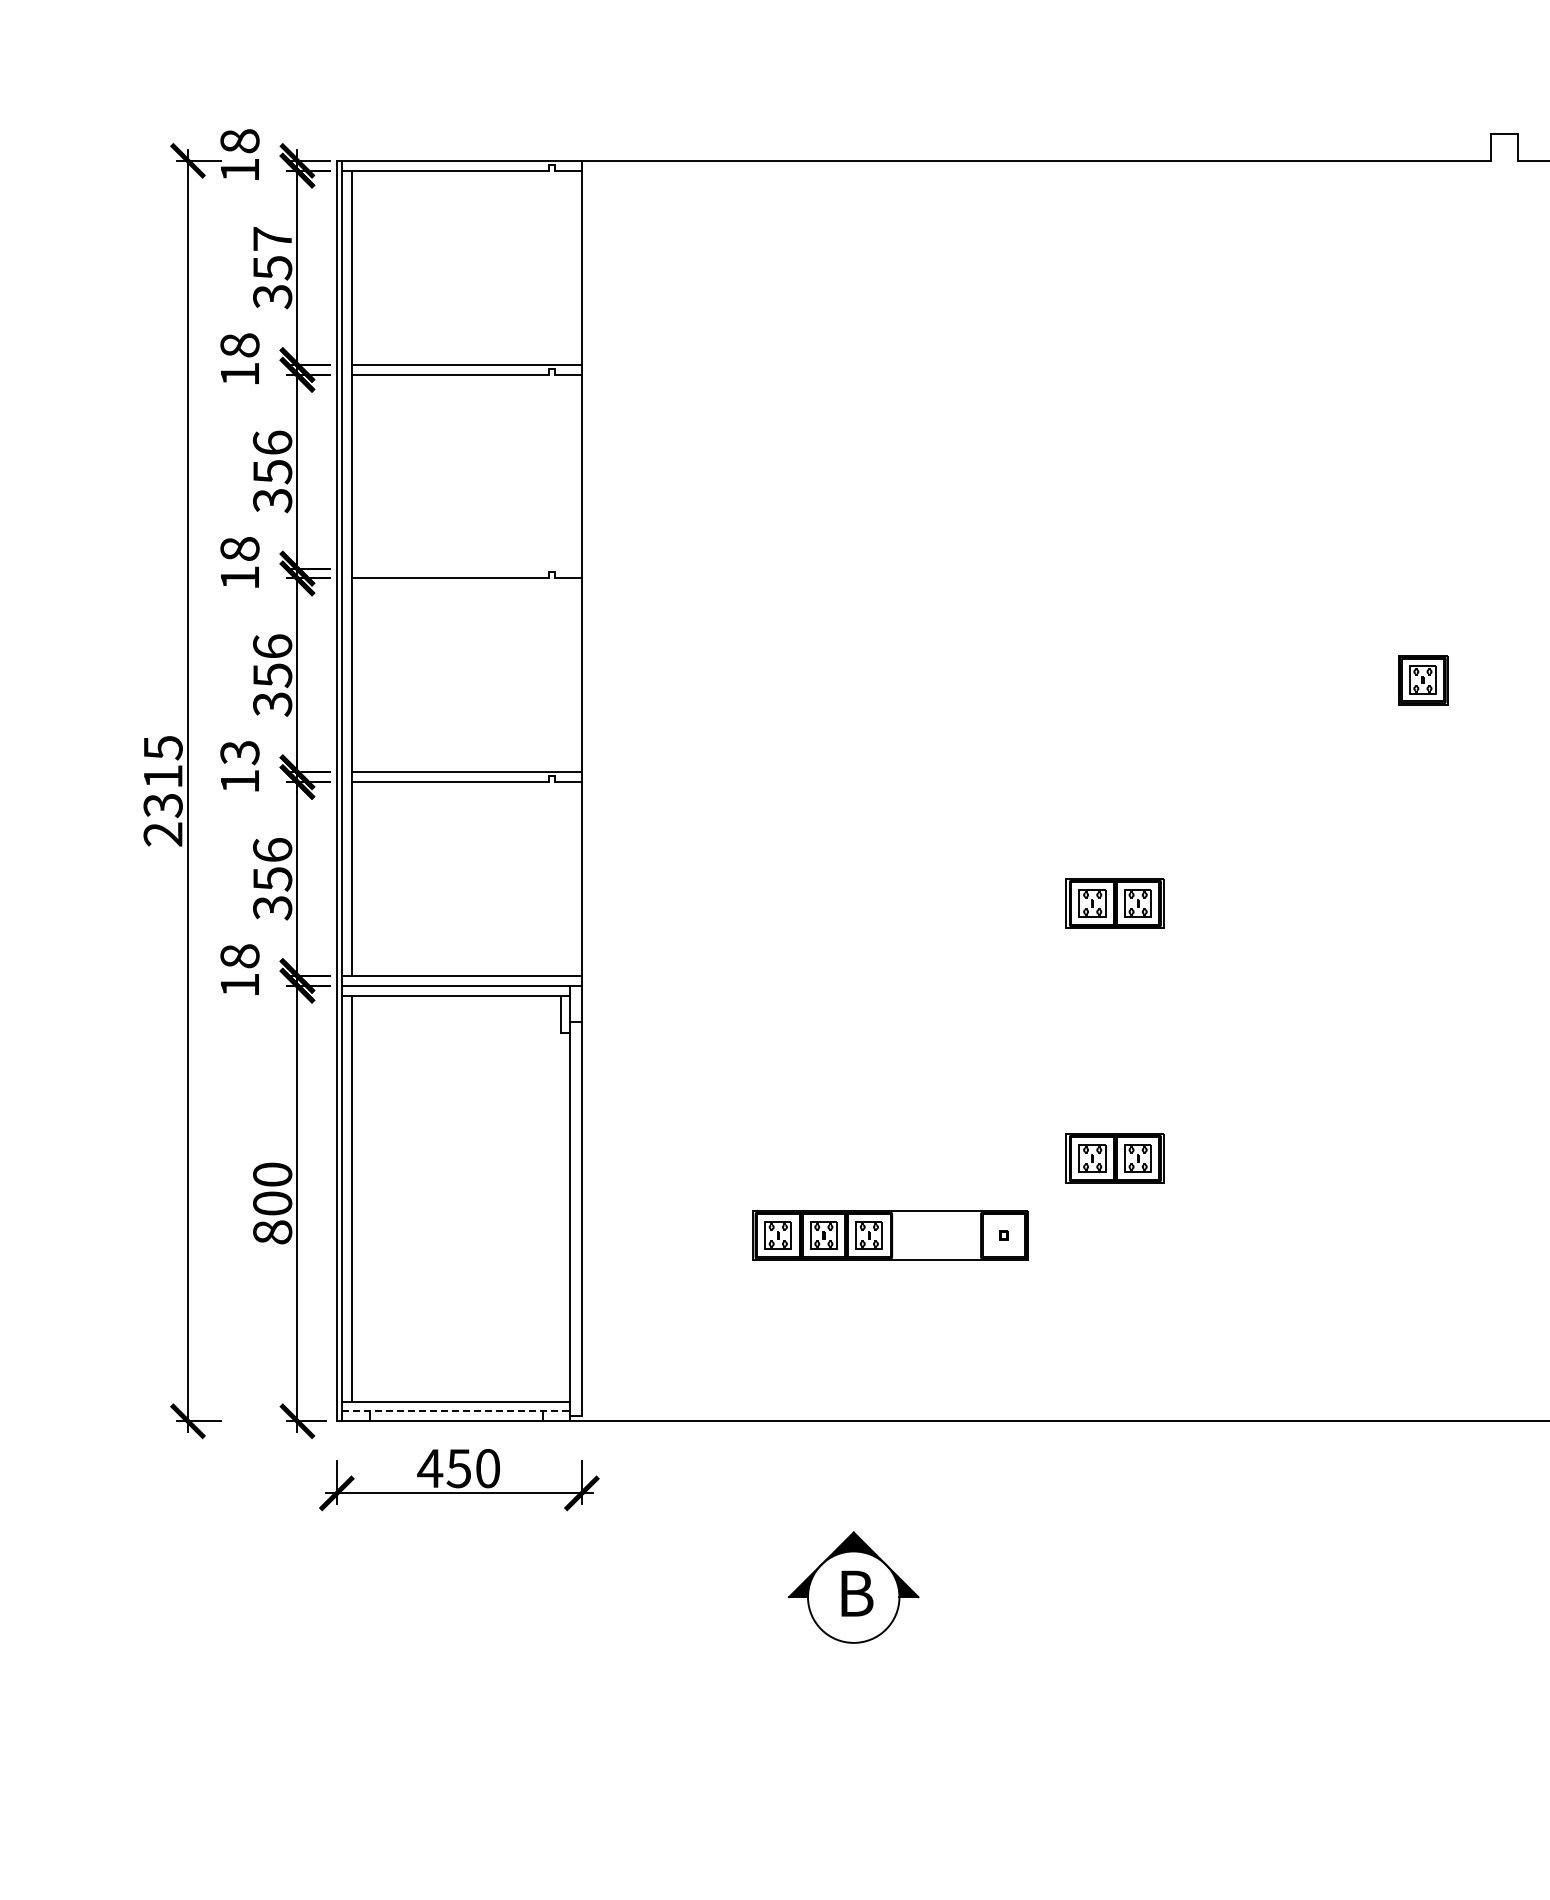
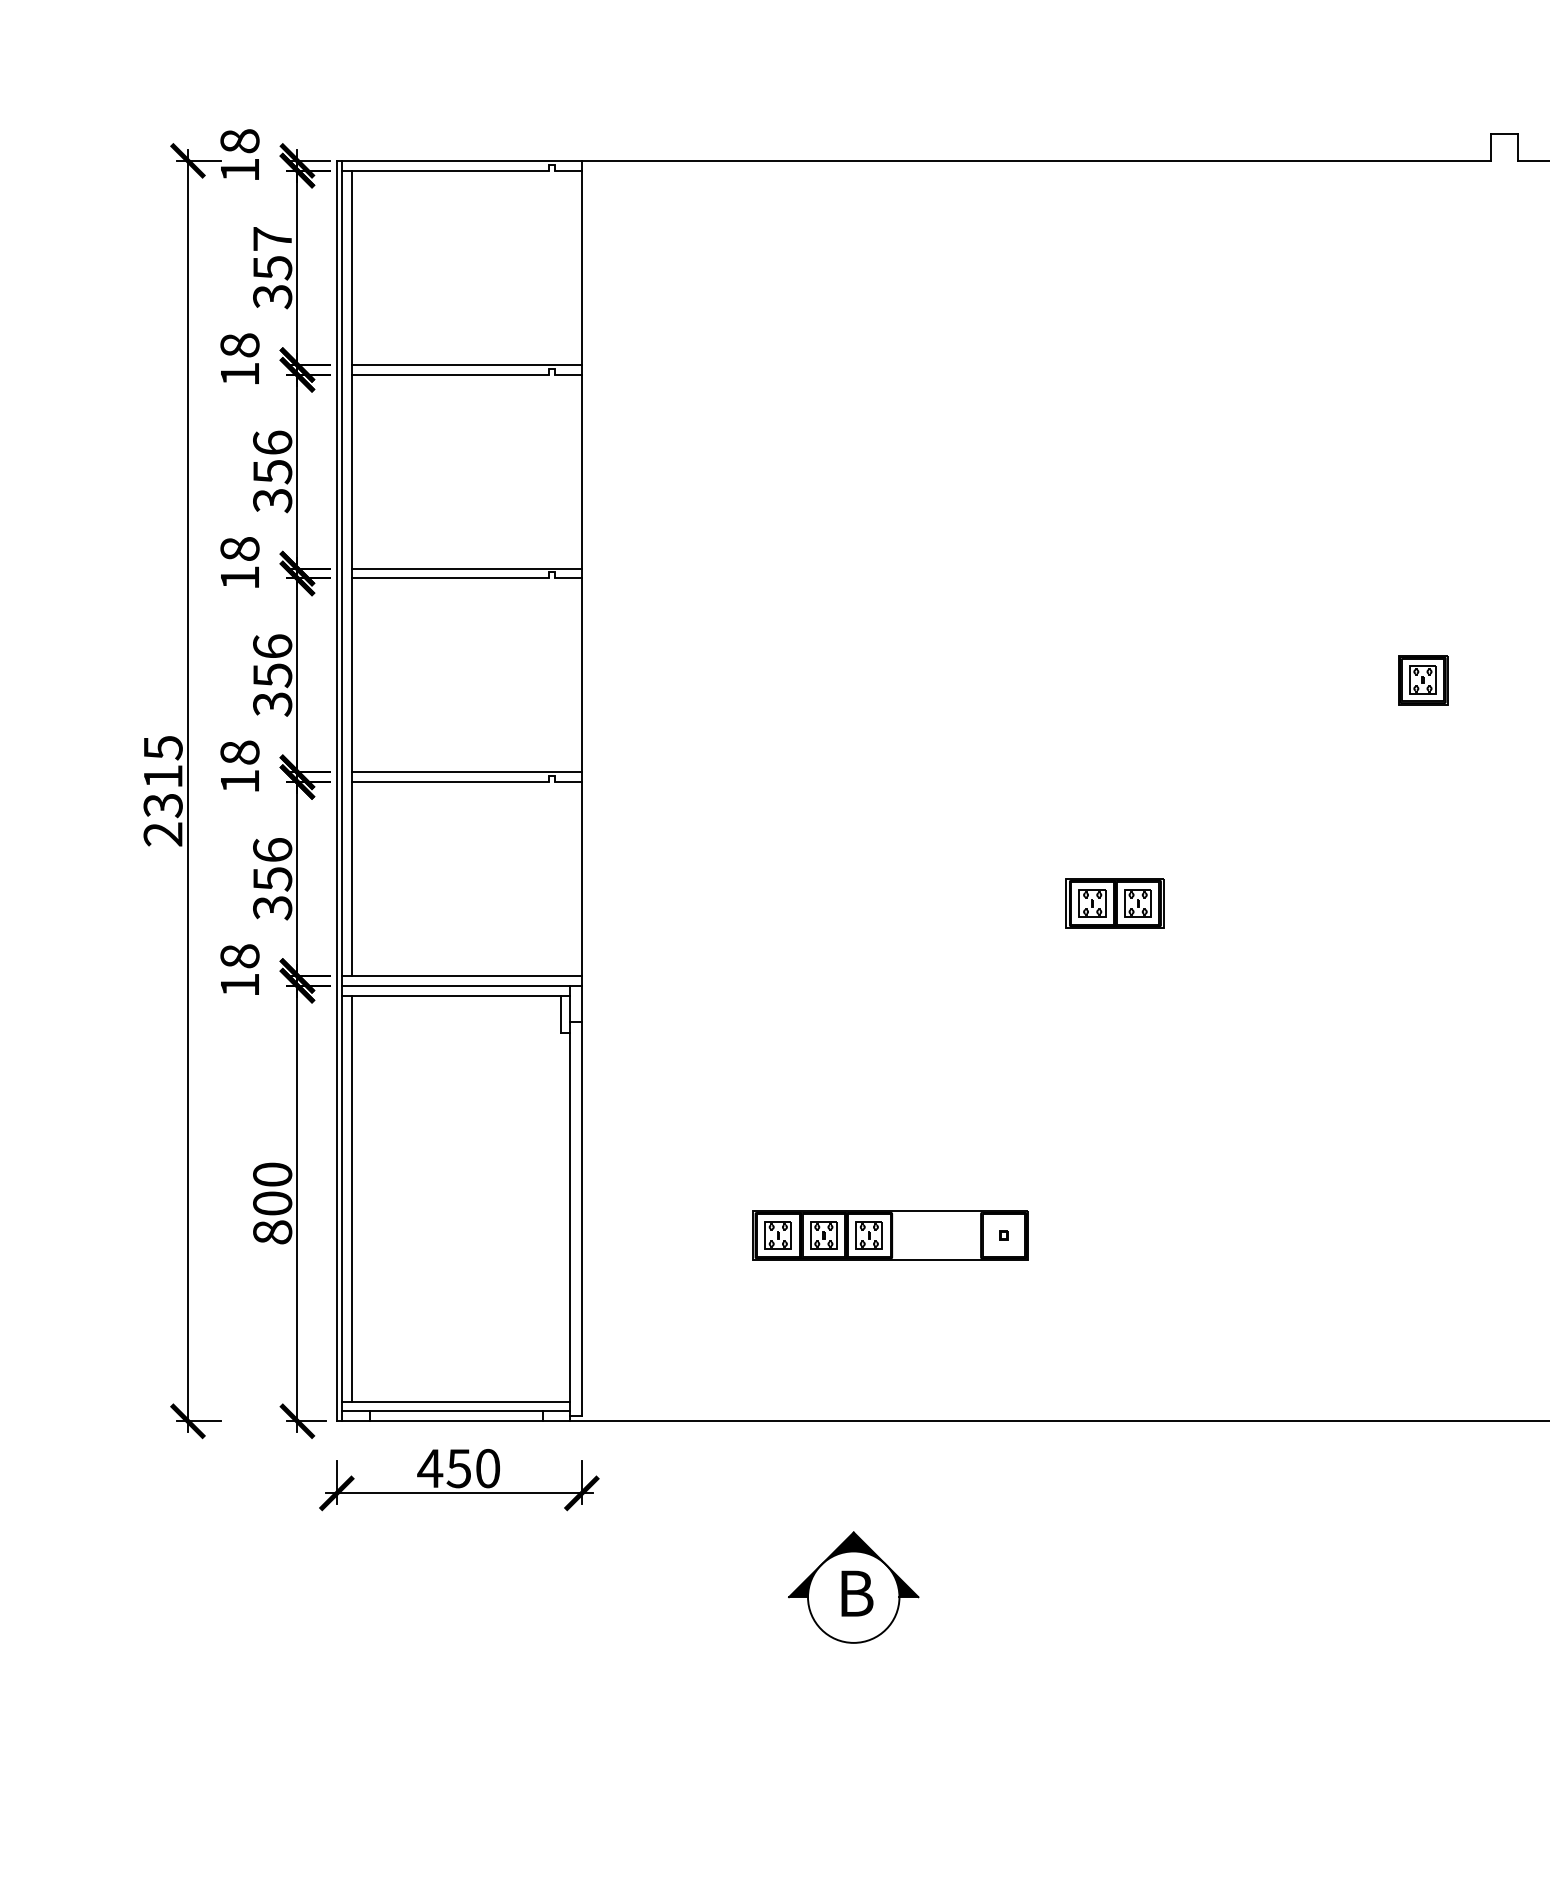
line at (466, 568): none -> present
text at (239, 752): 13 -> 18
part at (1114, 1158): present -> none
line at (456, 1411): dashed -> solid
